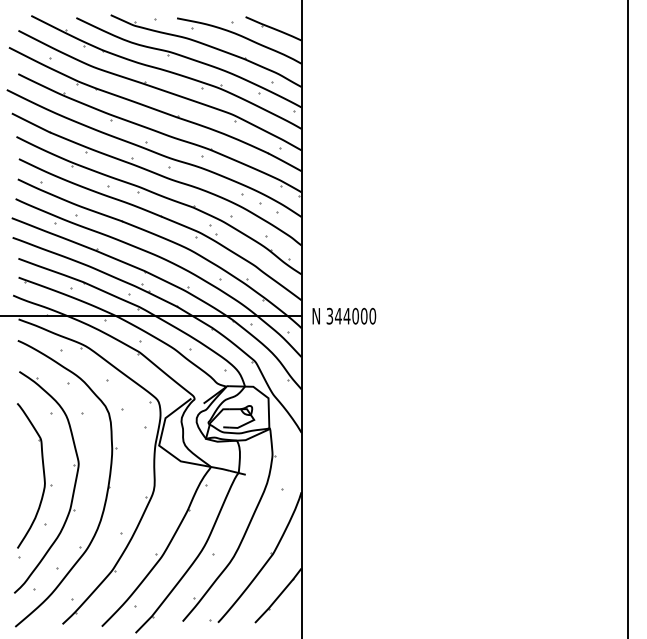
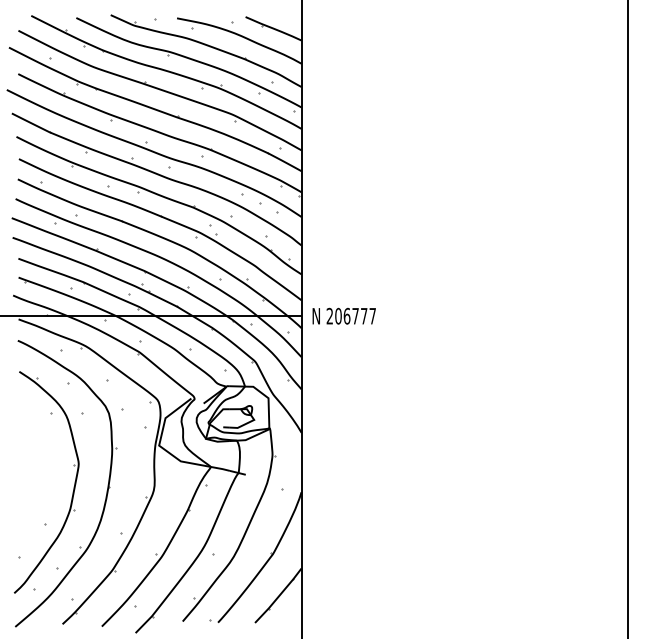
text at (351, 315): 344000 -> 206777
part at (43, 475): present -> none
